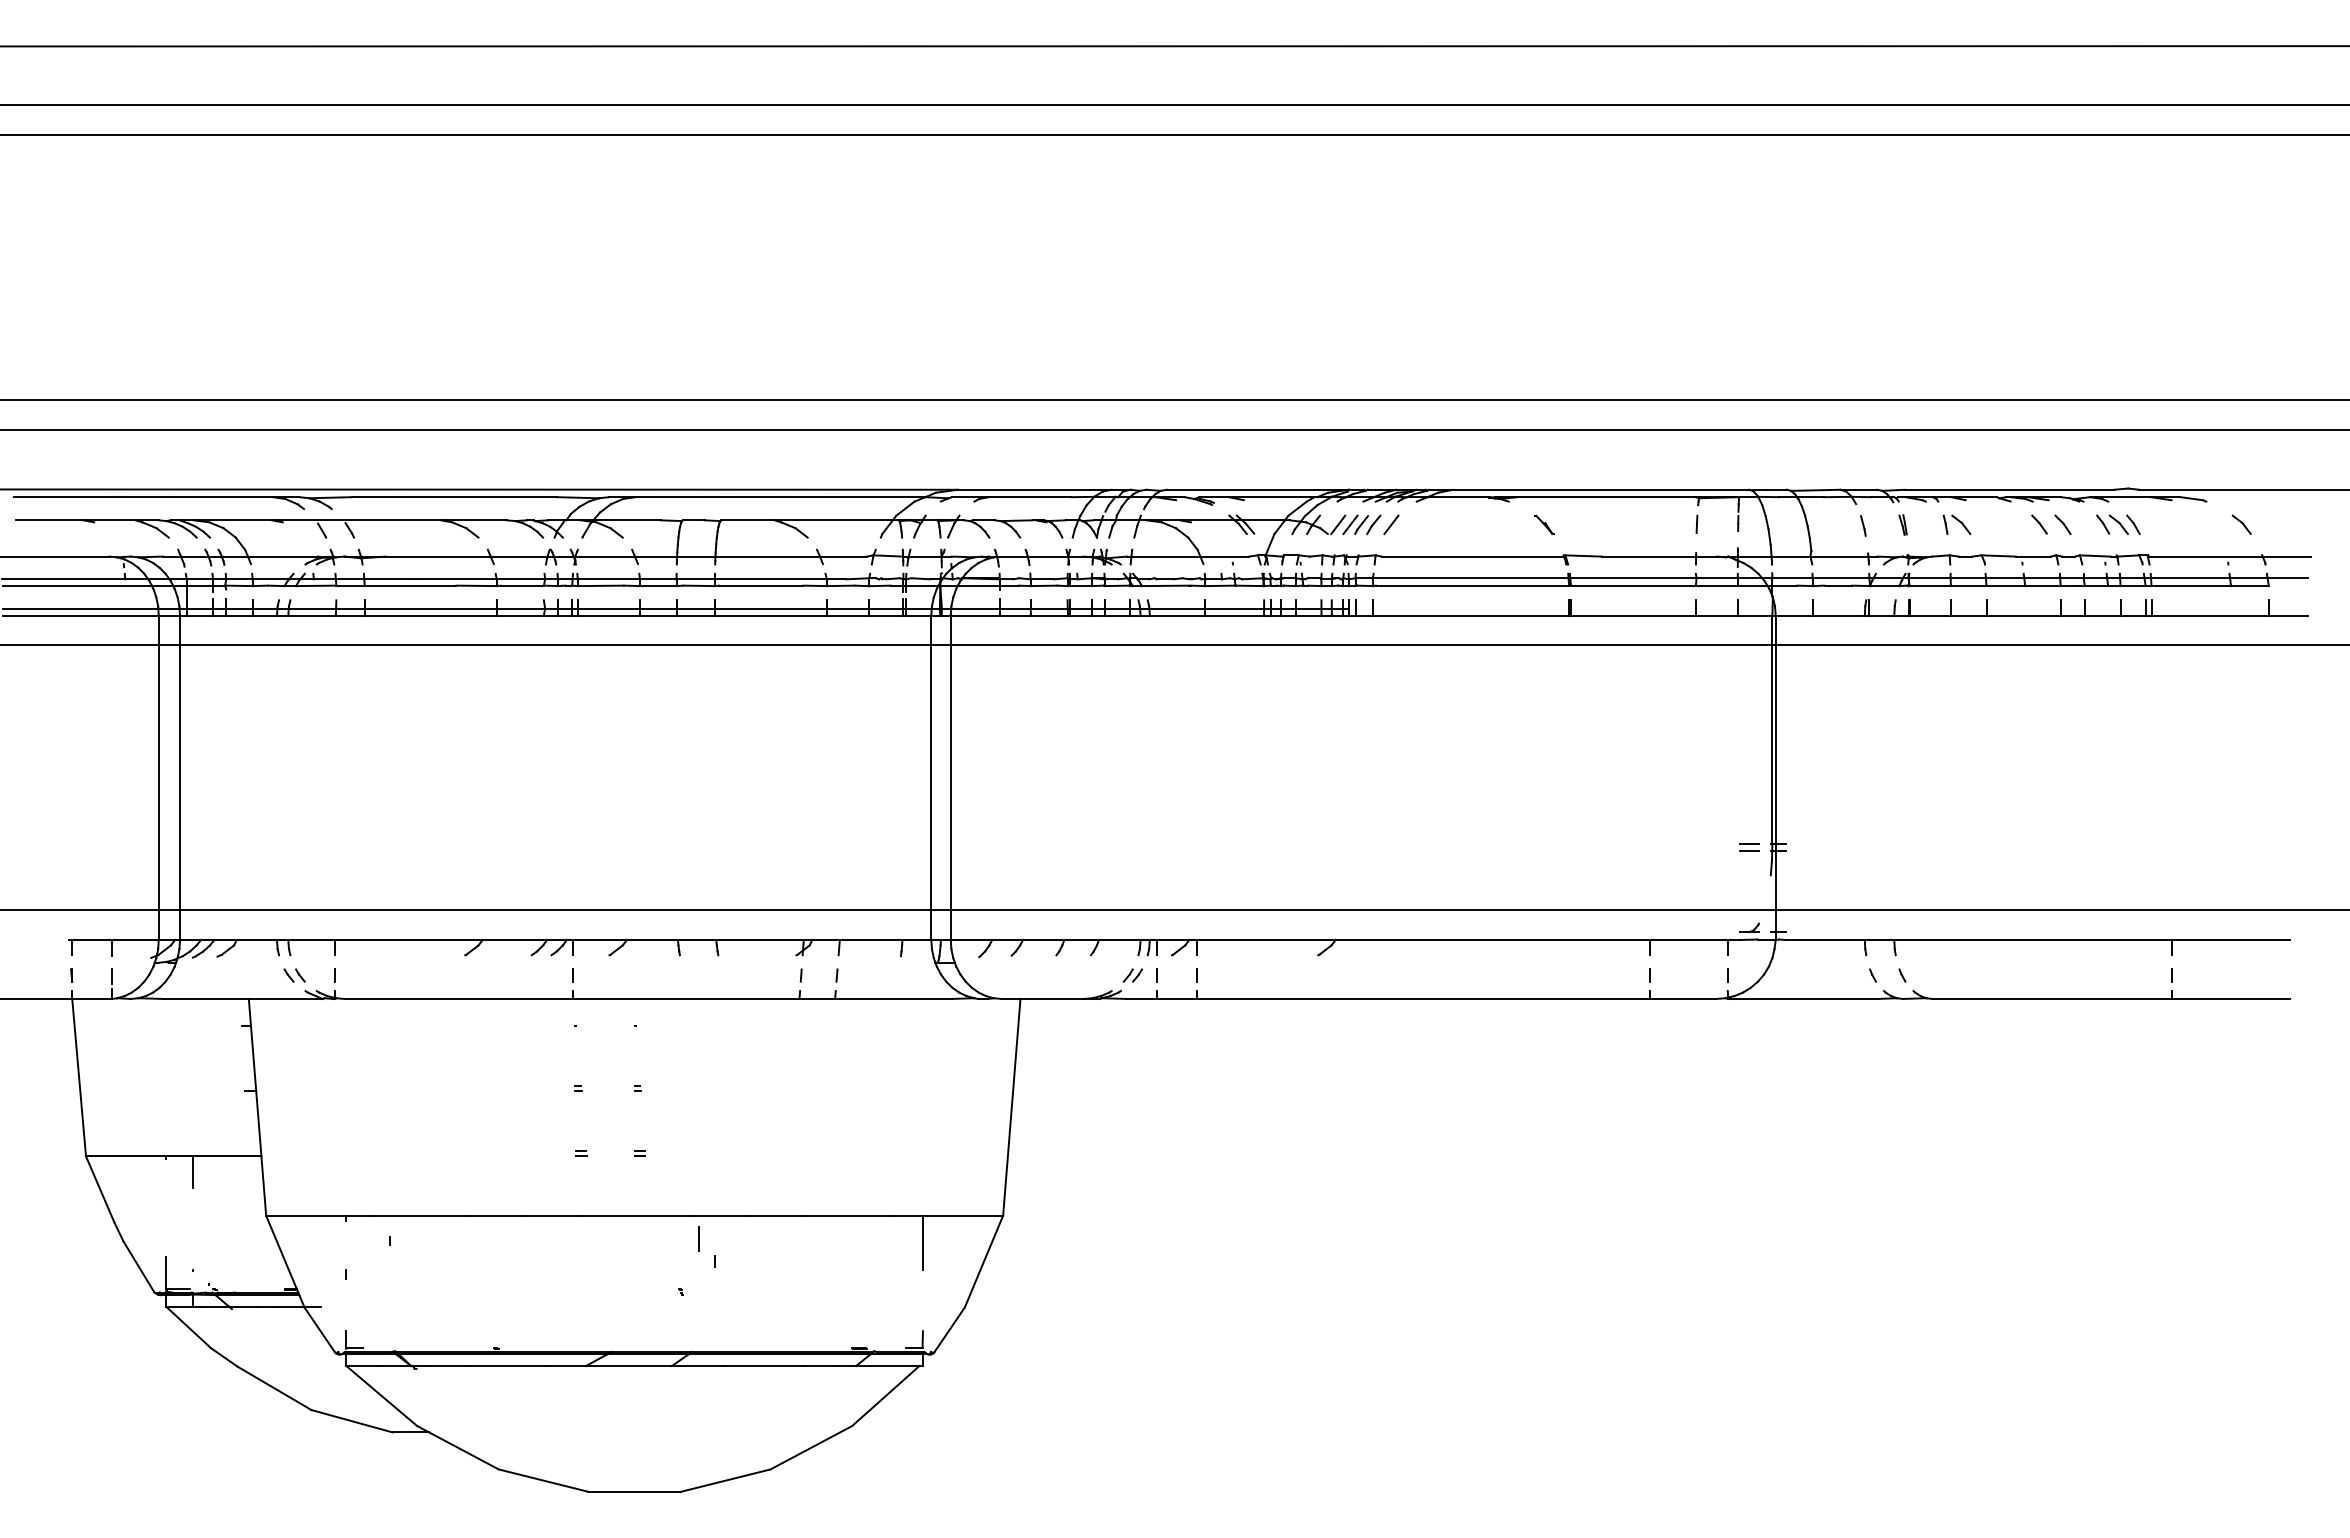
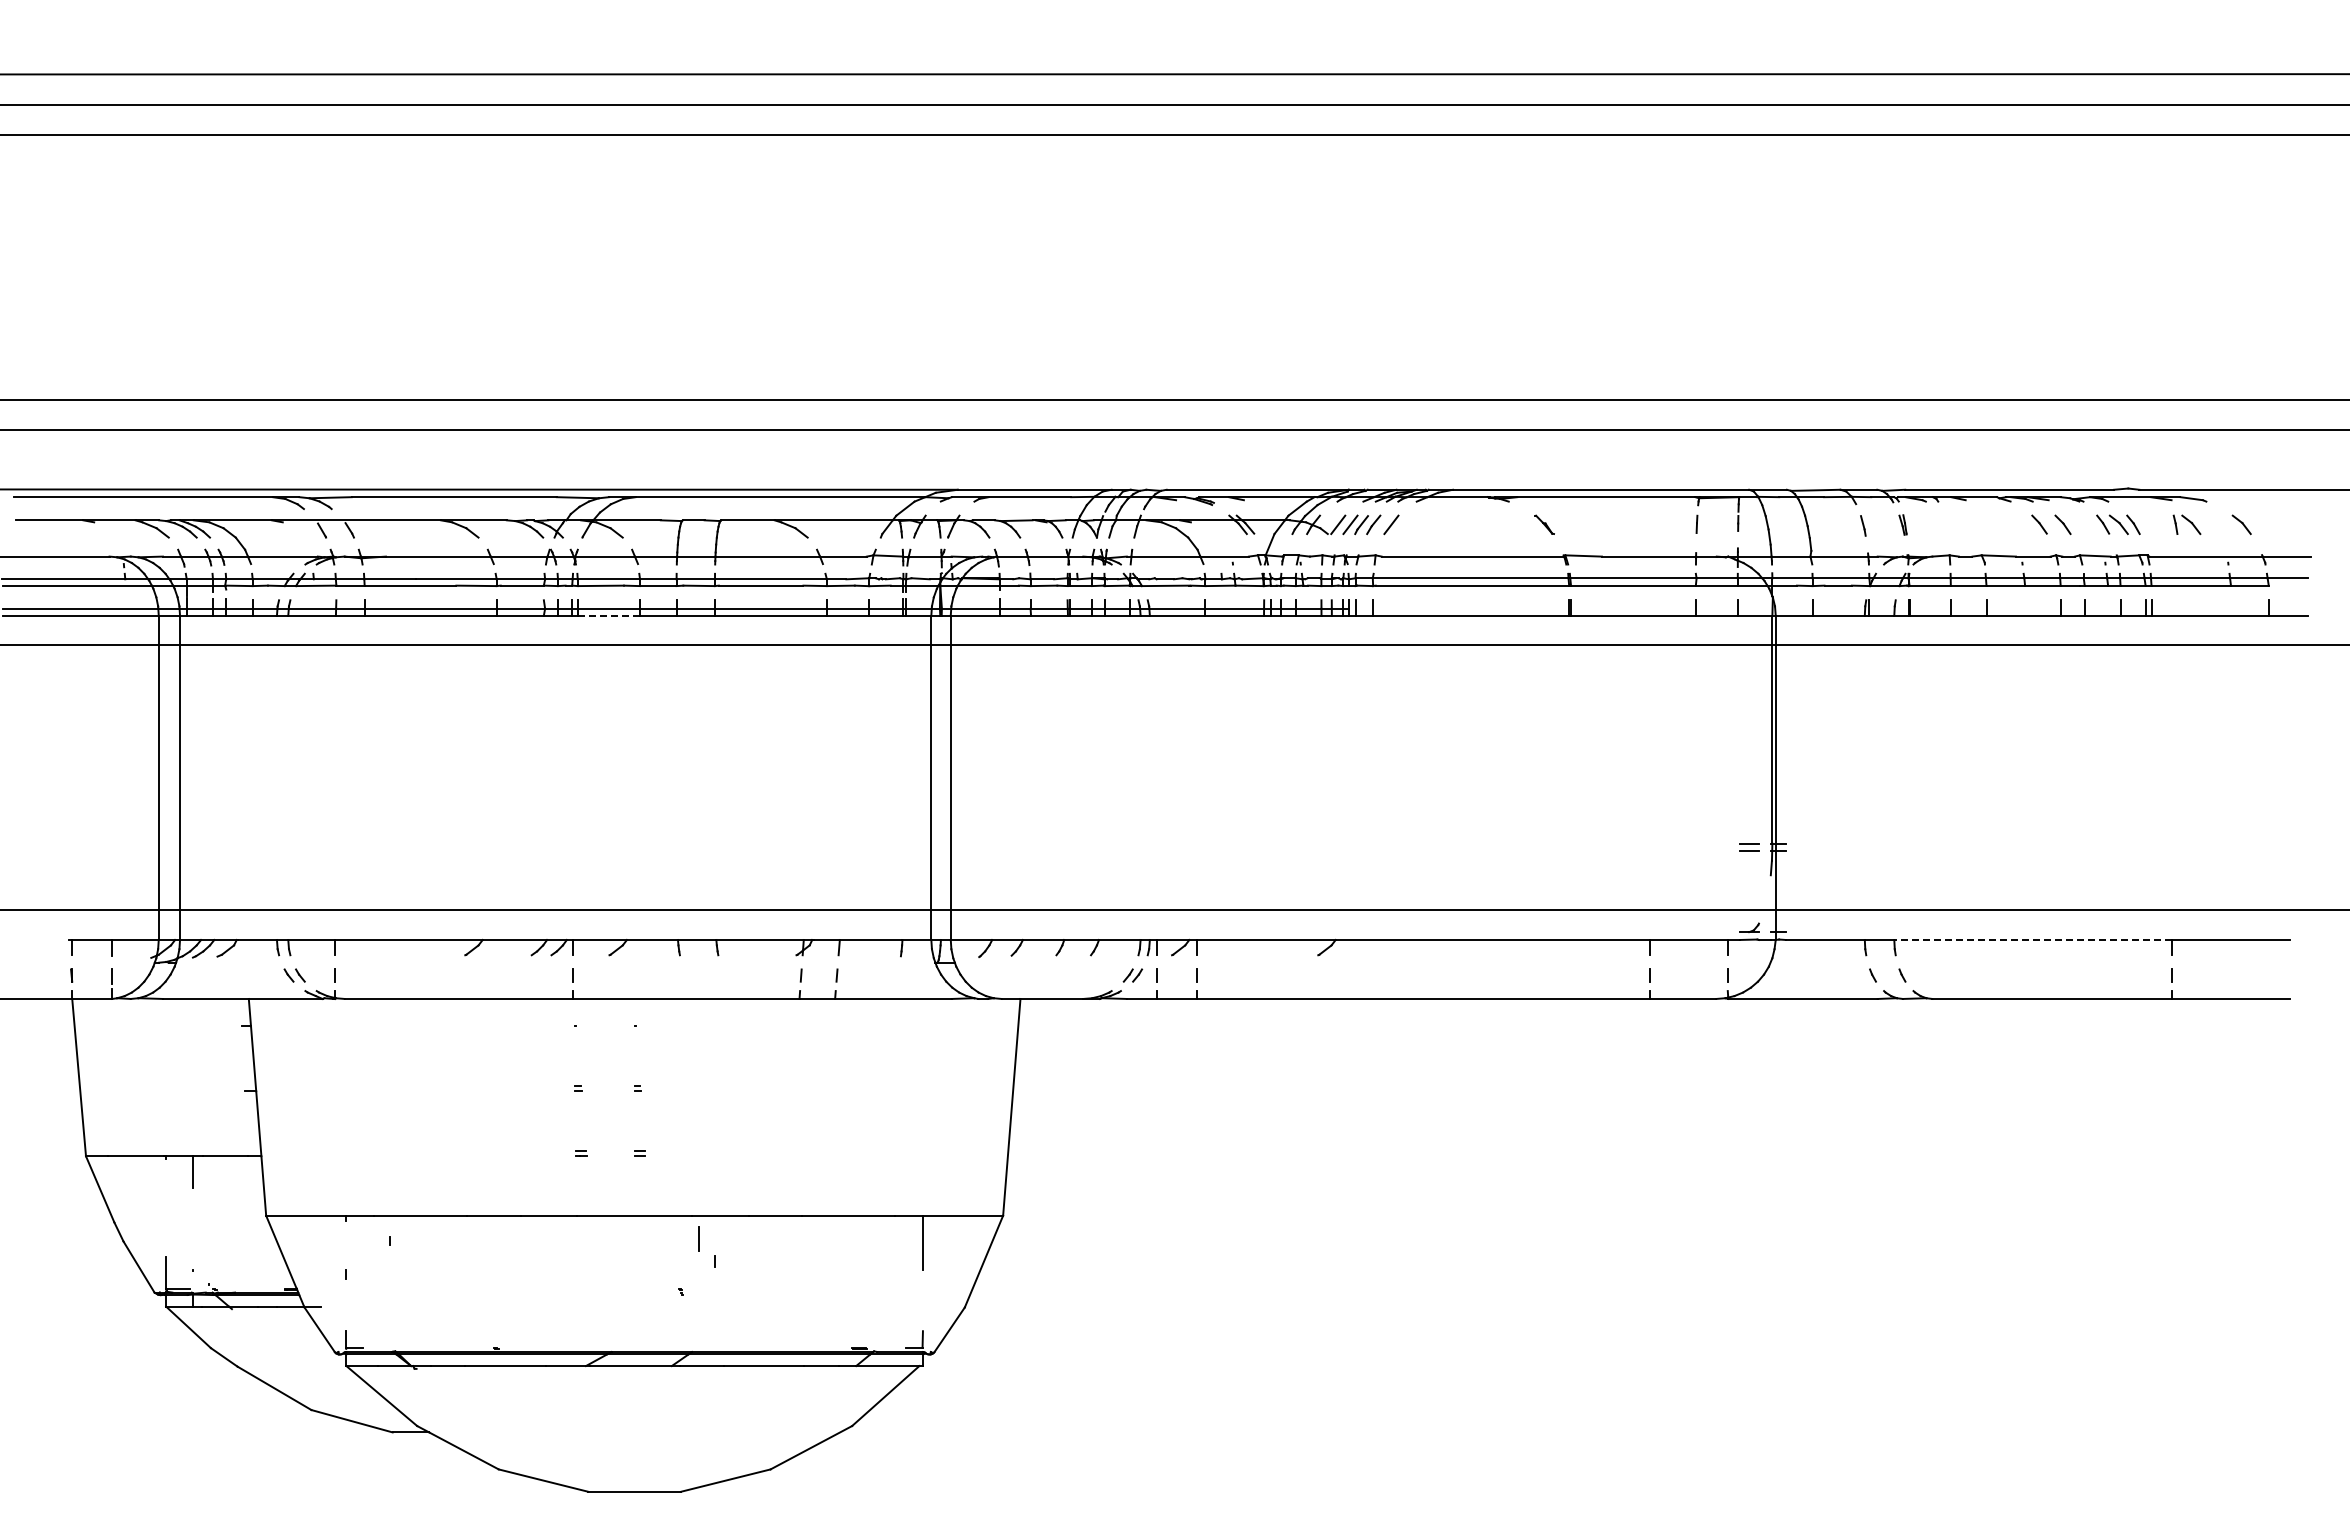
line at (1174, 46) position: (1174, 46) -> (1174, 74)
part at (1956, 524) position: (1956, 524) -> (2186, 524)
line at (608, 615): solid -> dashed
line at (2033, 939): solid -> dashed
